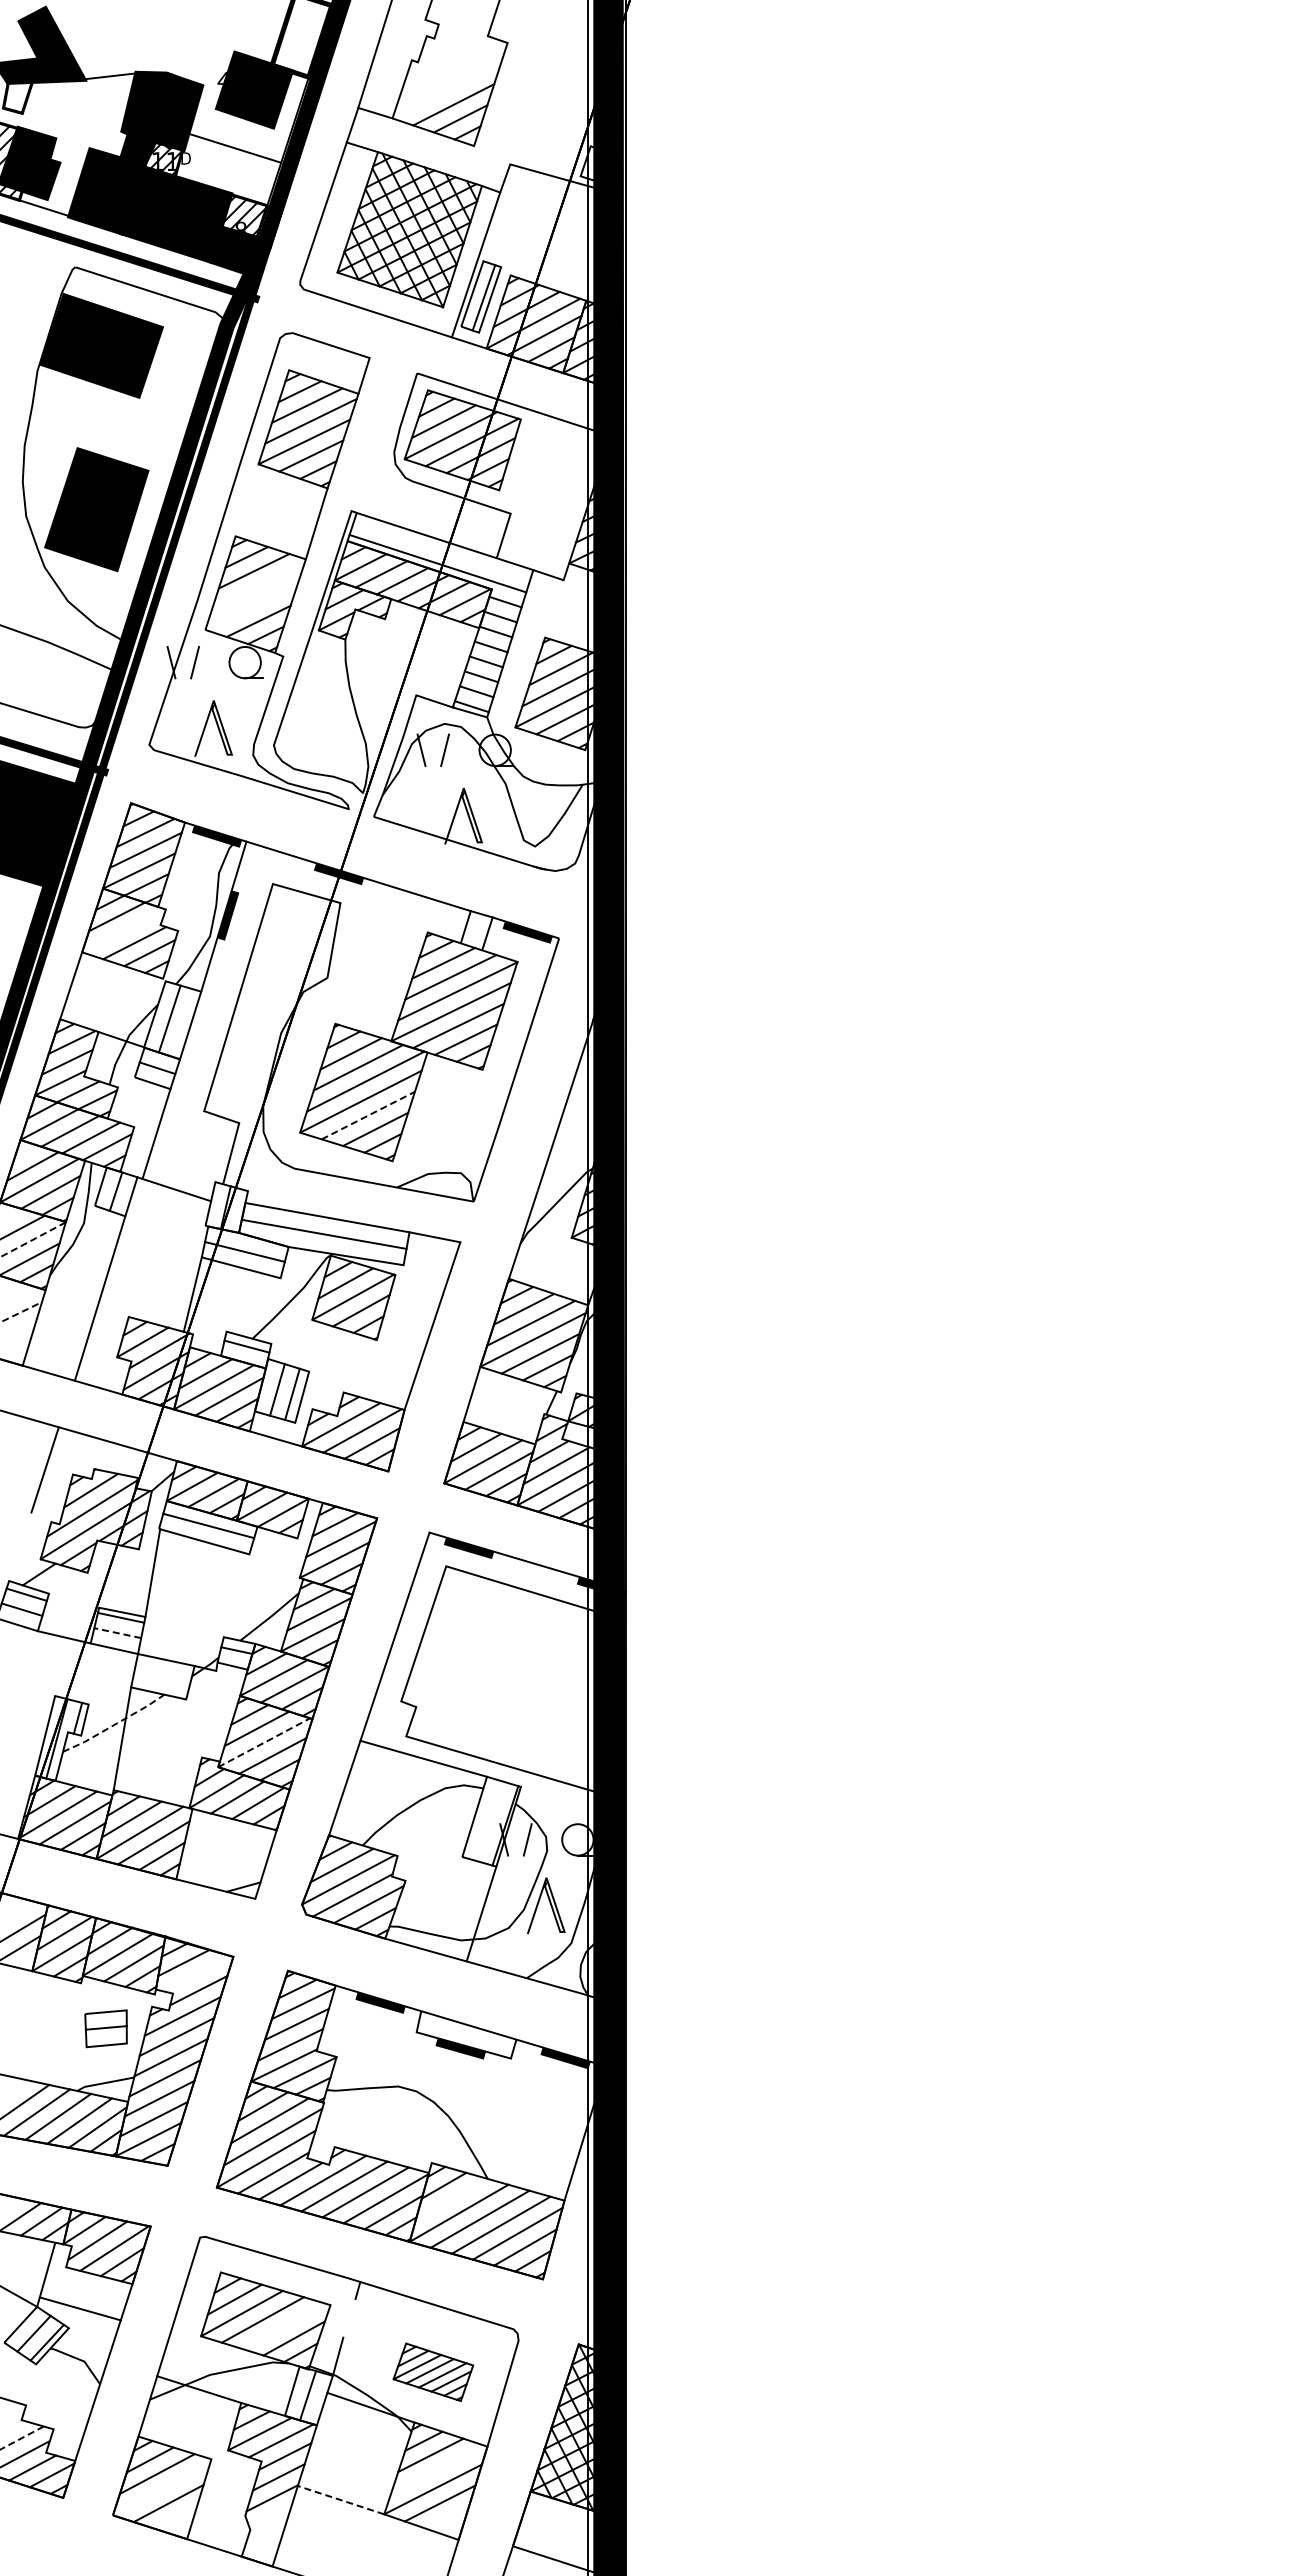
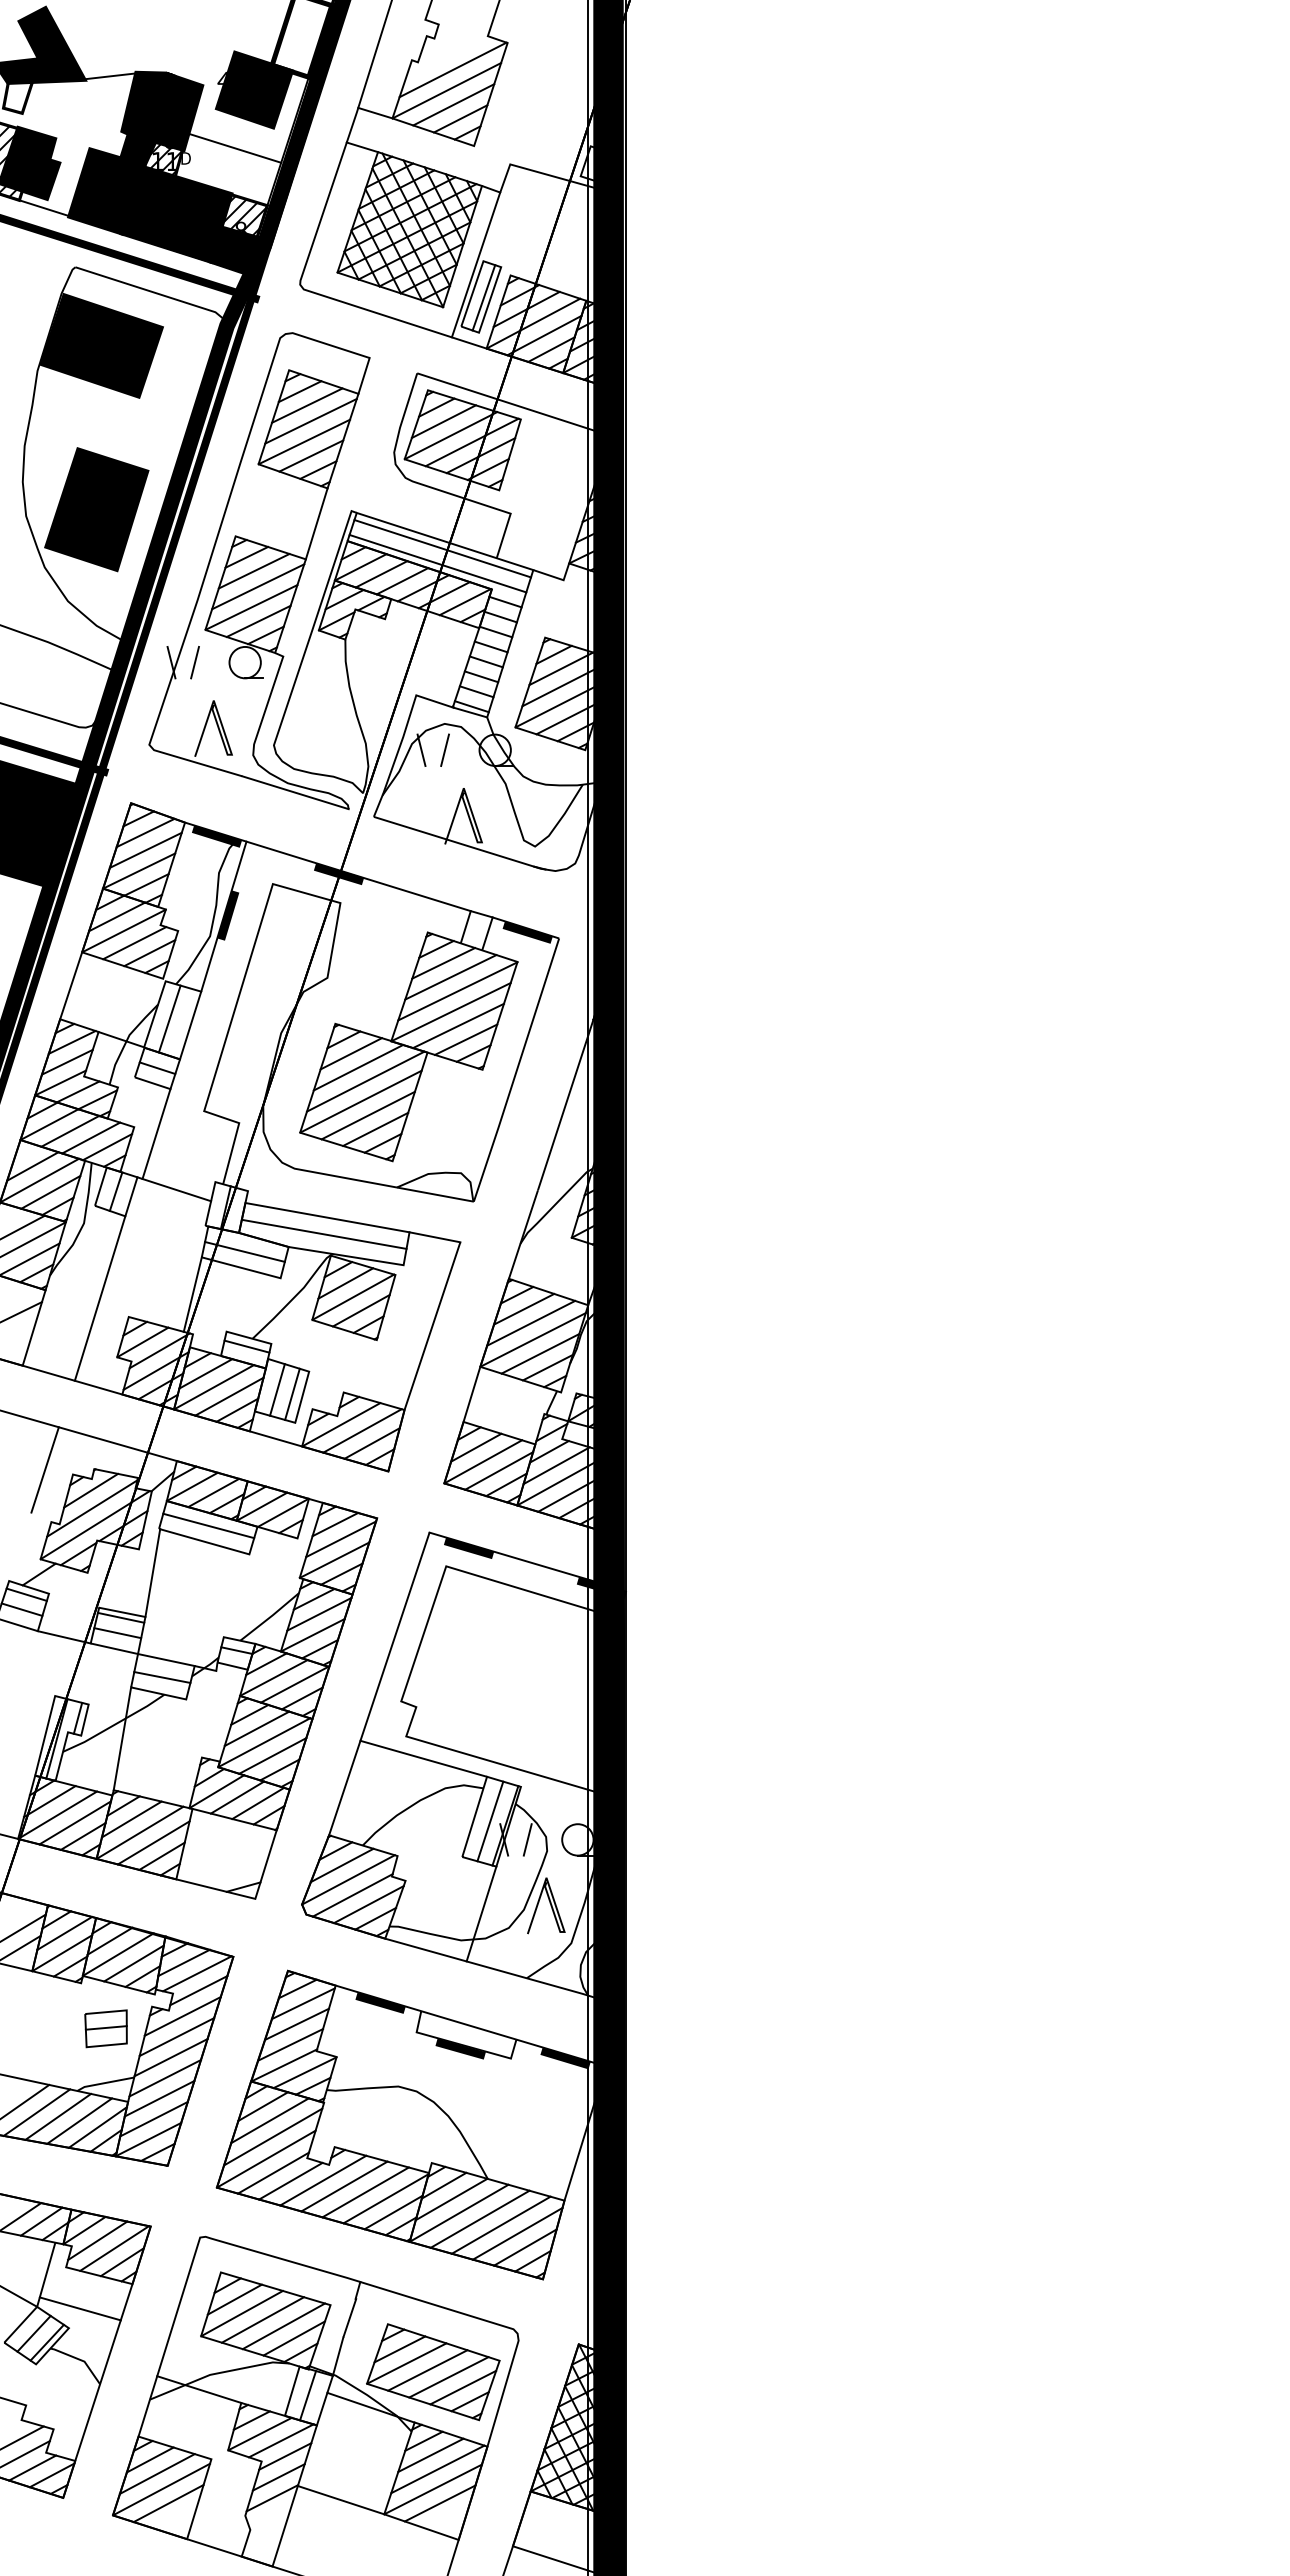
line at (452, 69): none -> present
line at (446, 90): none -> present
line at (442, 548): none -> present
line at (258, 586): none -> present
line at (251, 607): none -> present
line at (123, 930): none -> present
line at (368, 1115): dashed -> solid
line at (32, 1240): dashed -> solid
line at (21, 1312): dashed -> solid
line at (117, 1633): dashed -> solid
line at (162, 1677): none -> present
line at (114, 1724): dashed -> solid
line at (264, 1742): dashed -> solid
line at (490, 1821): none -> present
line at (197, 1973): none -> present
line at (451, 2199): none -> present
line at (349, 2317): none -> present
line at (283, 2326): none -> present
part at (433, 2372) size: 83x61 px -> 135x99 px
line at (21, 2438): dashed -> solid
line at (437, 2469): none -> present
line at (161, 2489): none -> present
line at (340, 2500): dashed -> solid
